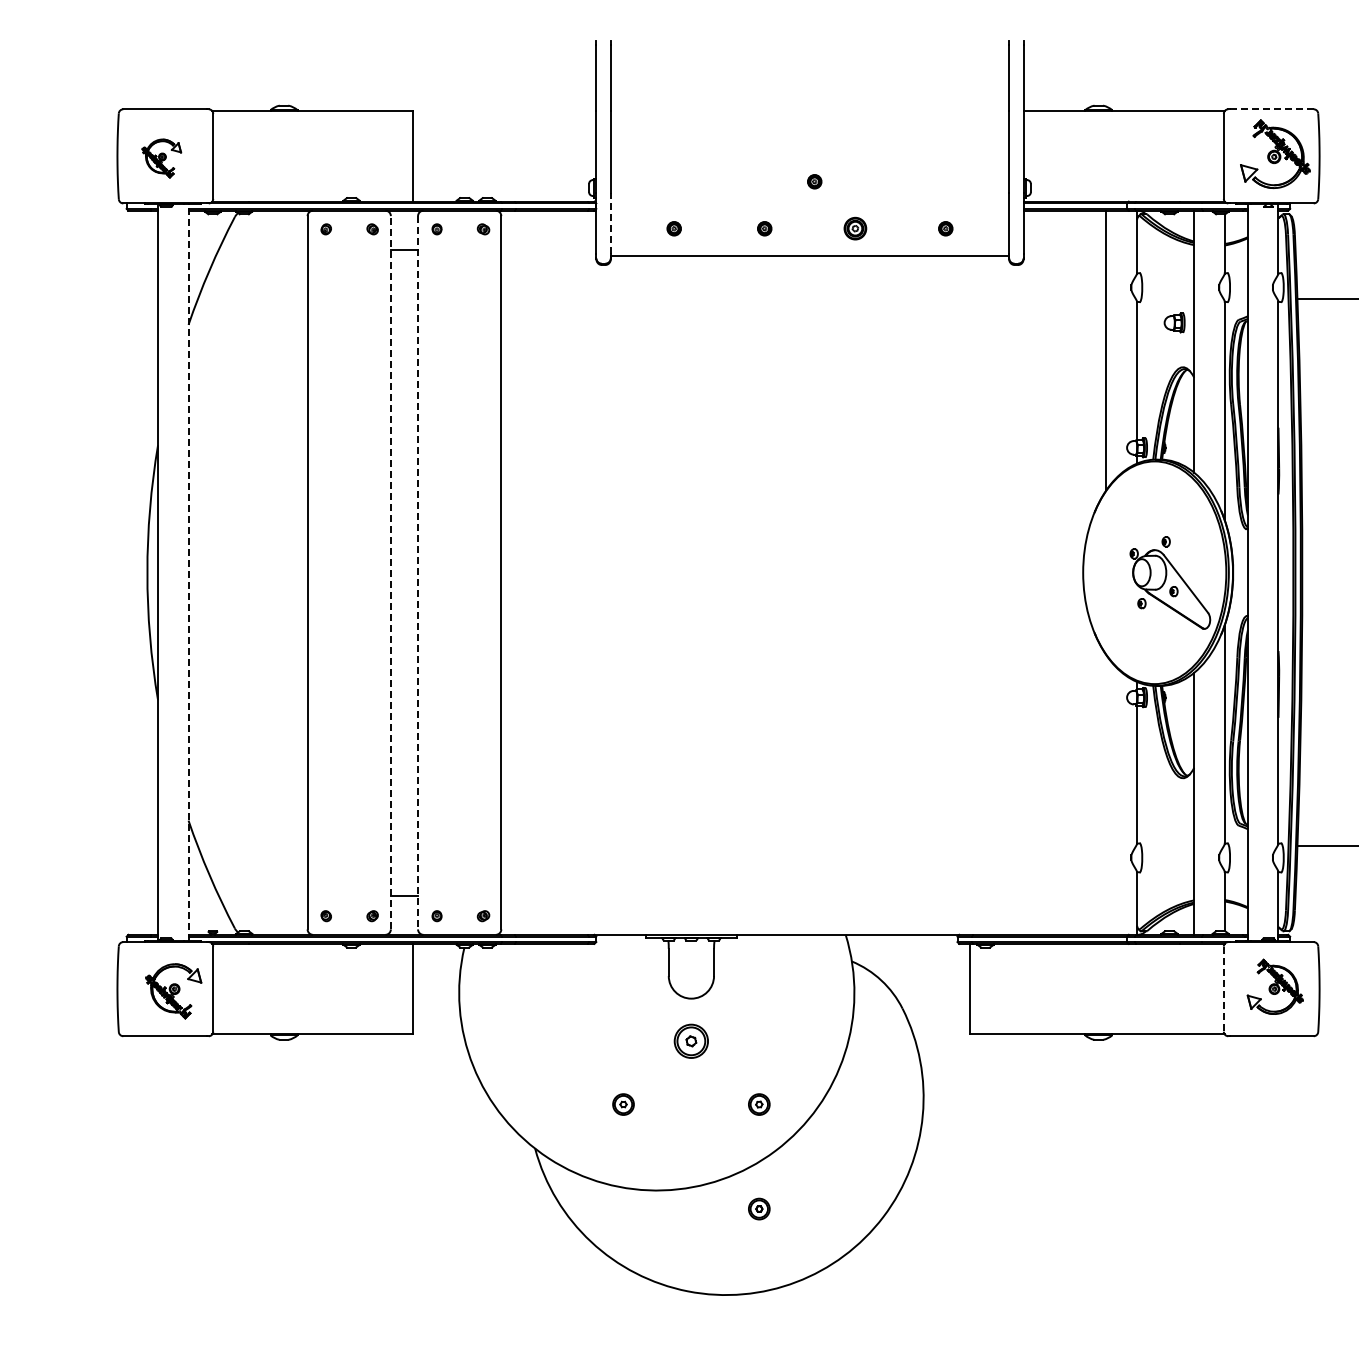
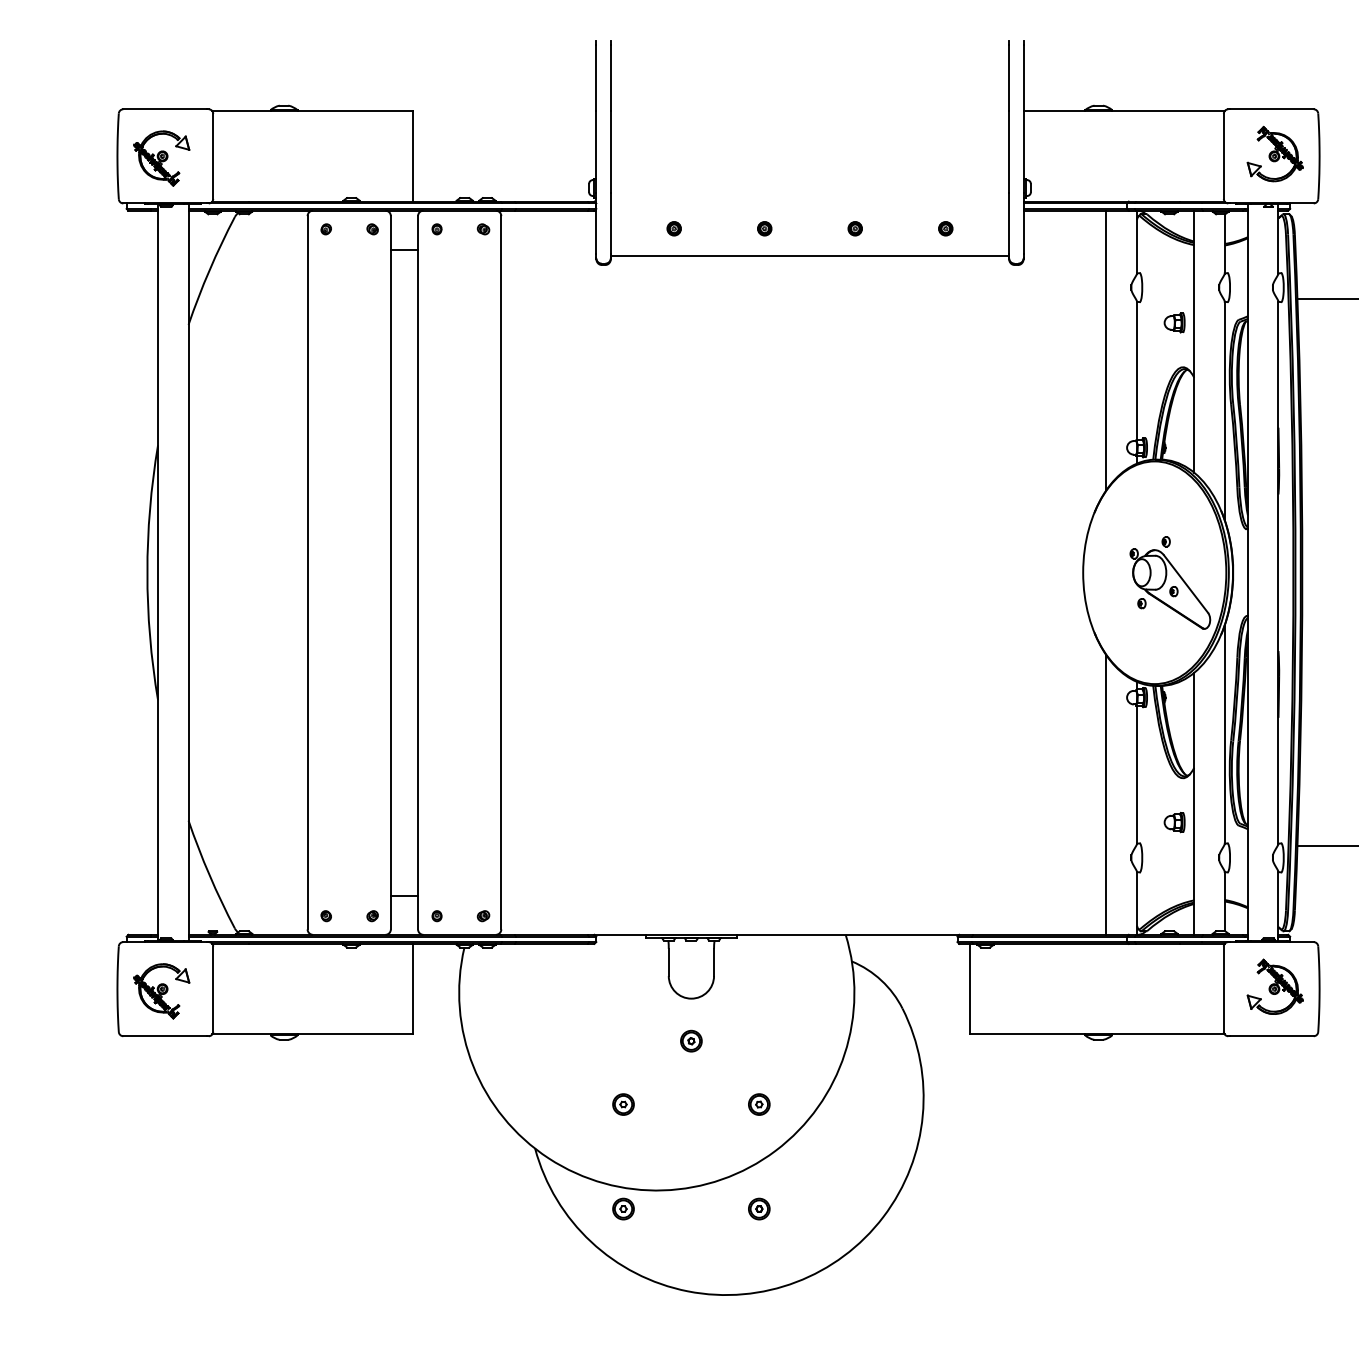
line at (1271, 109): dashed -> solid
part at (1275, 154) size: 71x71 px -> 58x58 px
part at (161, 158) size: 42x41 px -> 58x57 px
part at (814, 181): present -> none
line at (610, 223): dashed -> solid
part at (855, 228) size: 25x25 px -> 16x16 px
line at (188, 572): dashed -> solid
line at (390, 572): dashed -> solid
line at (418, 572): dashed -> solid
line at (1106, 794): none -> present
part at (1174, 822): none -> present
line at (1223, 989): dashed -> solid
part at (173, 991) position: (173, 991) -> (161, 991)
part at (690, 1040) size: 36x36 px -> 23x24 px
part at (623, 1208): none -> present
